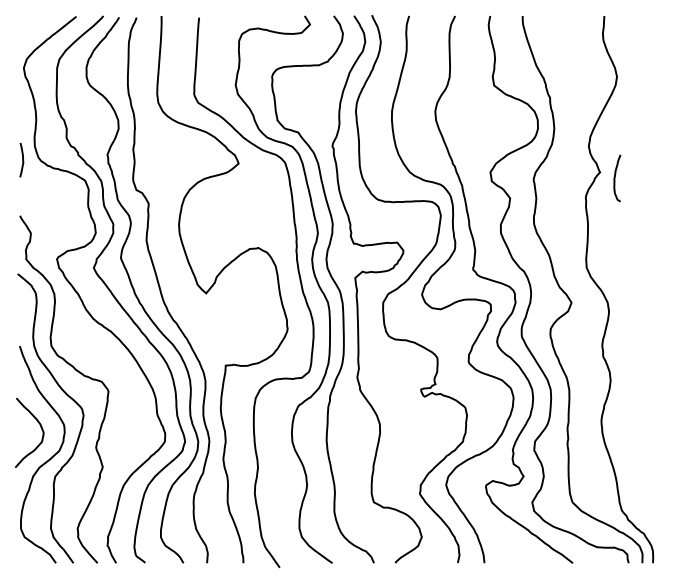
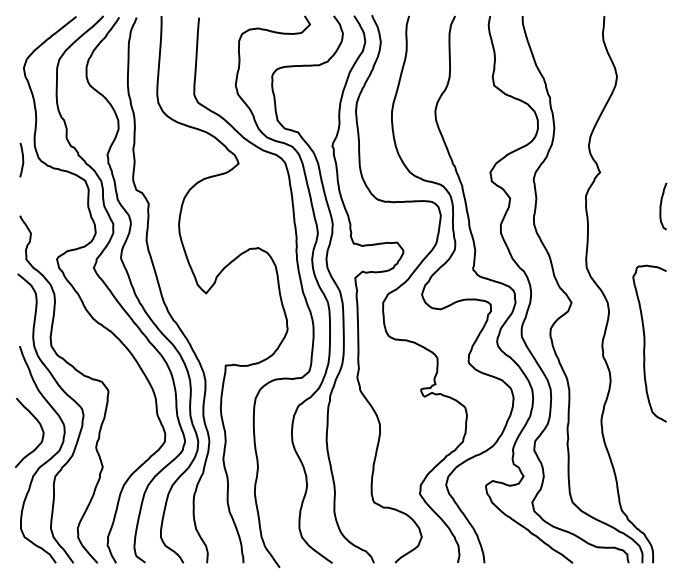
curve at (615, 178) position: (615, 178) -> (661, 206)
curve at (645, 343): none -> present
